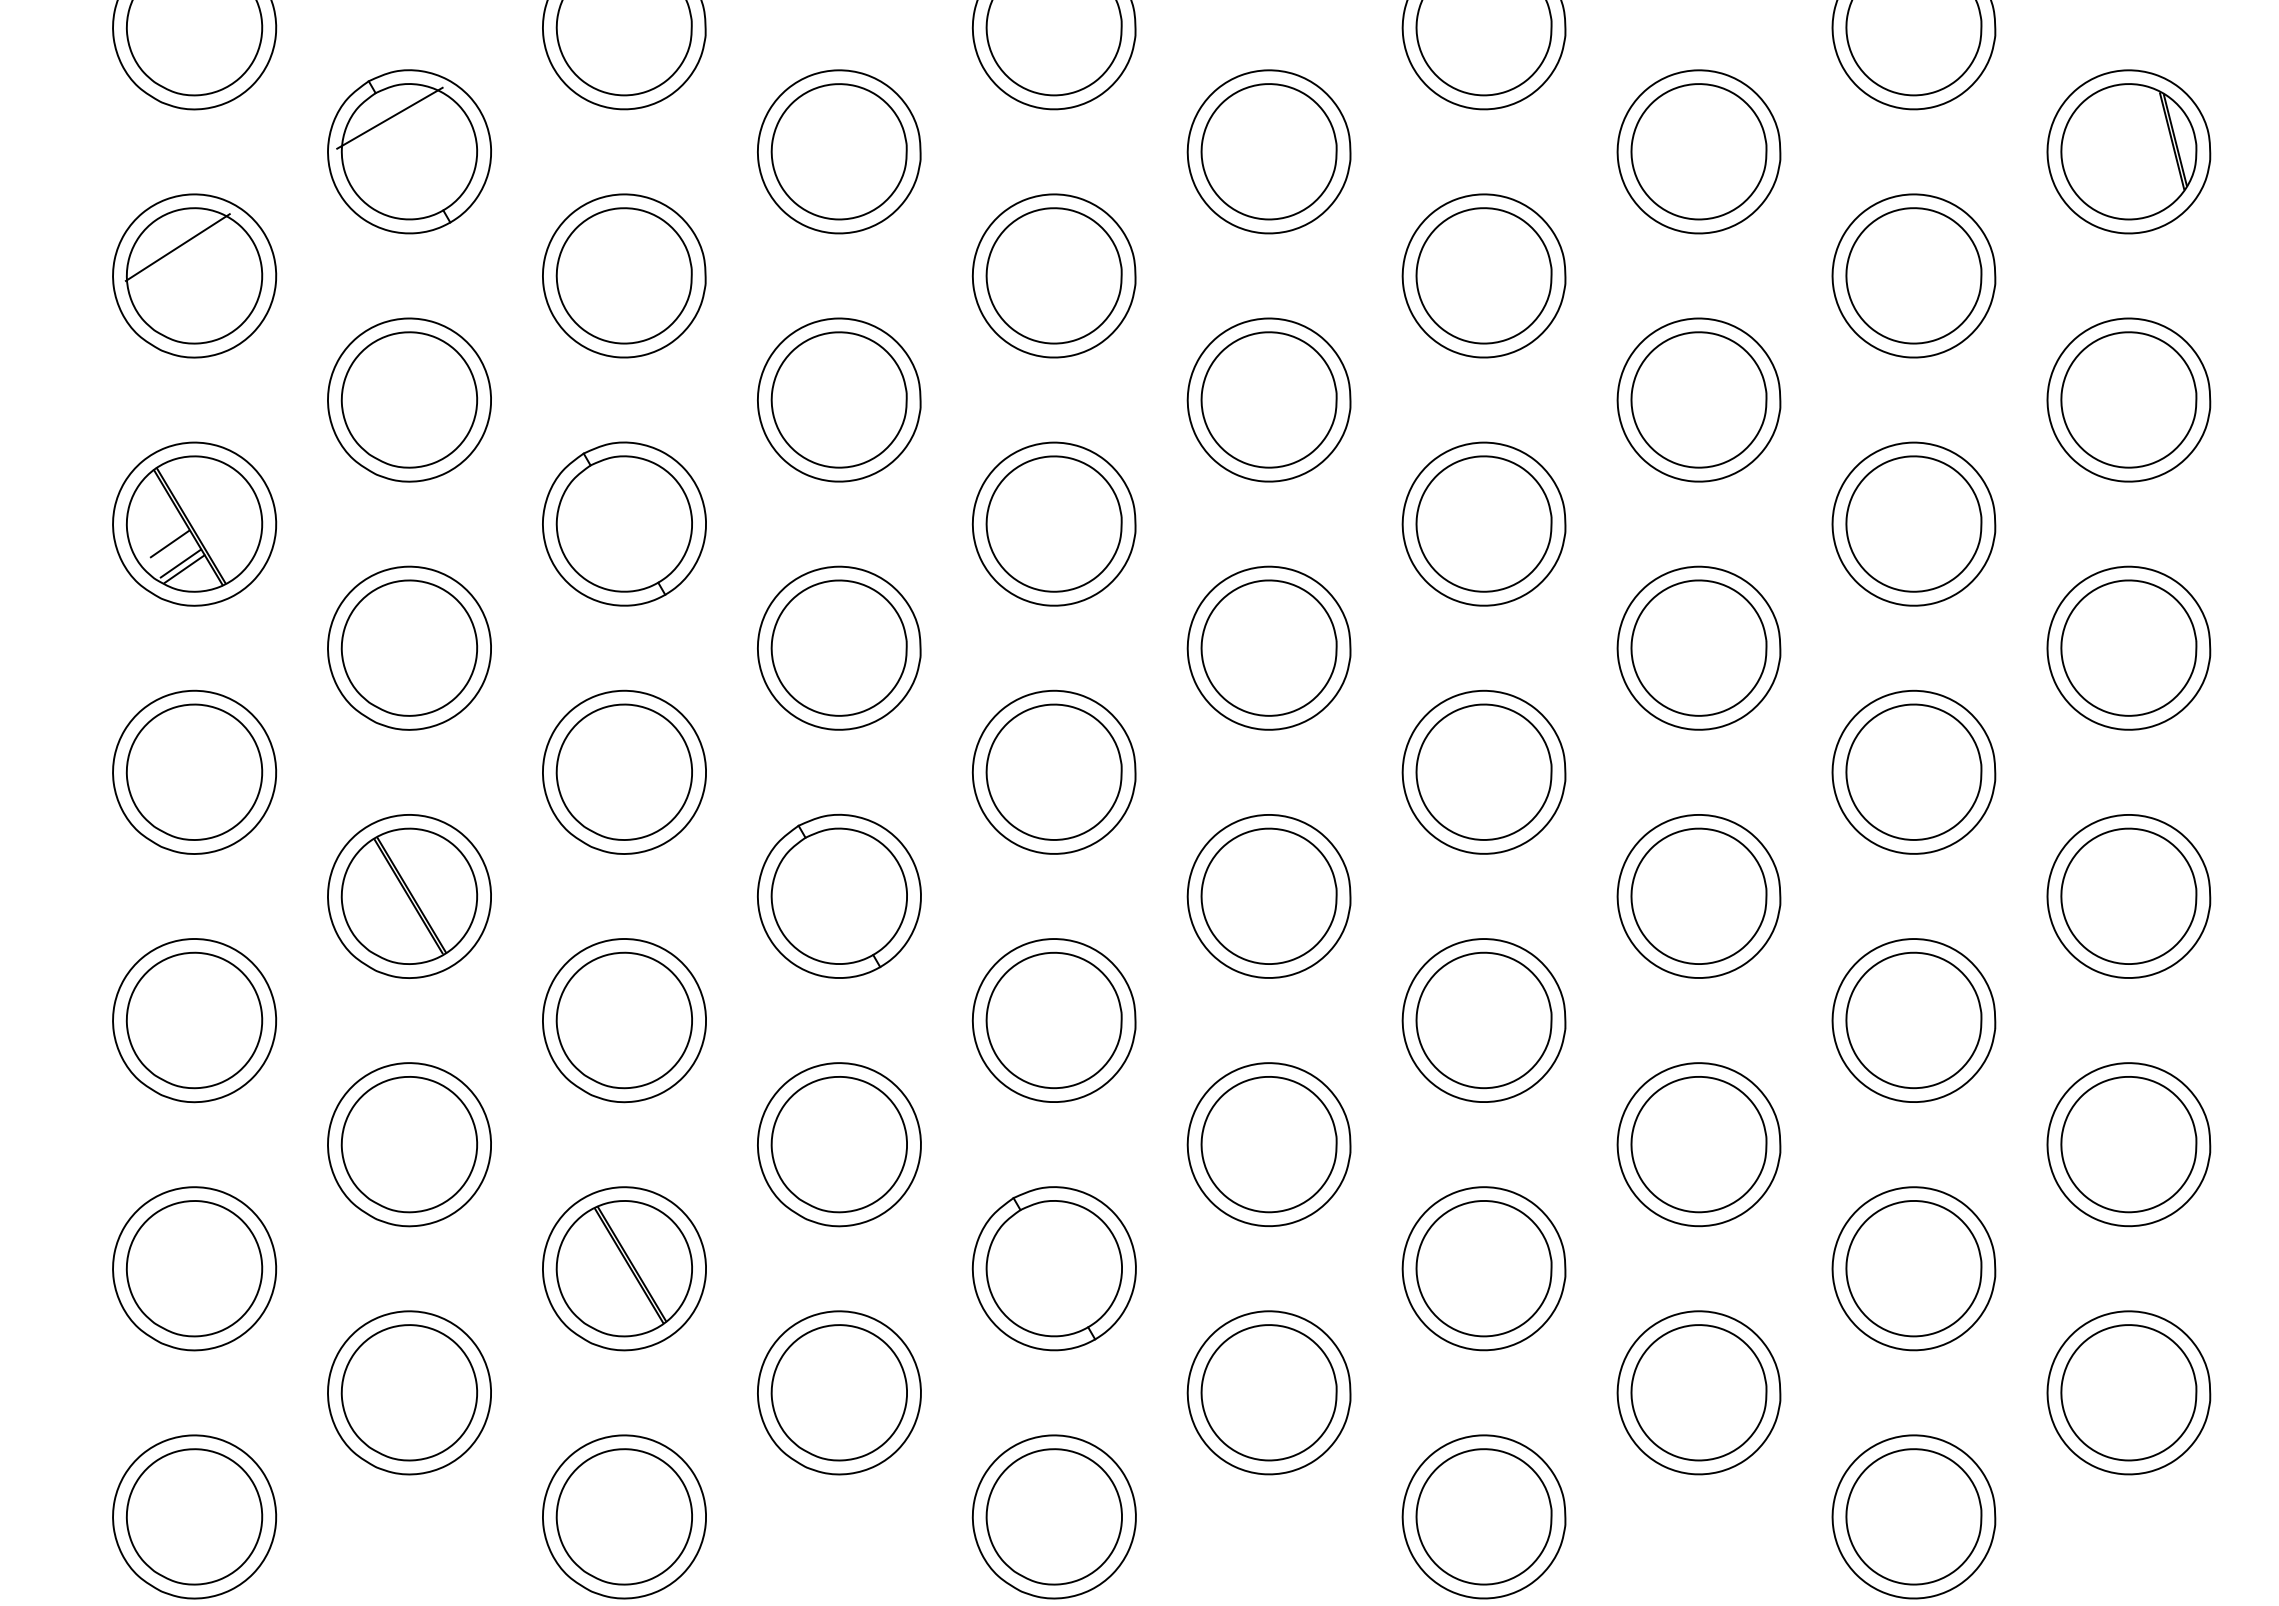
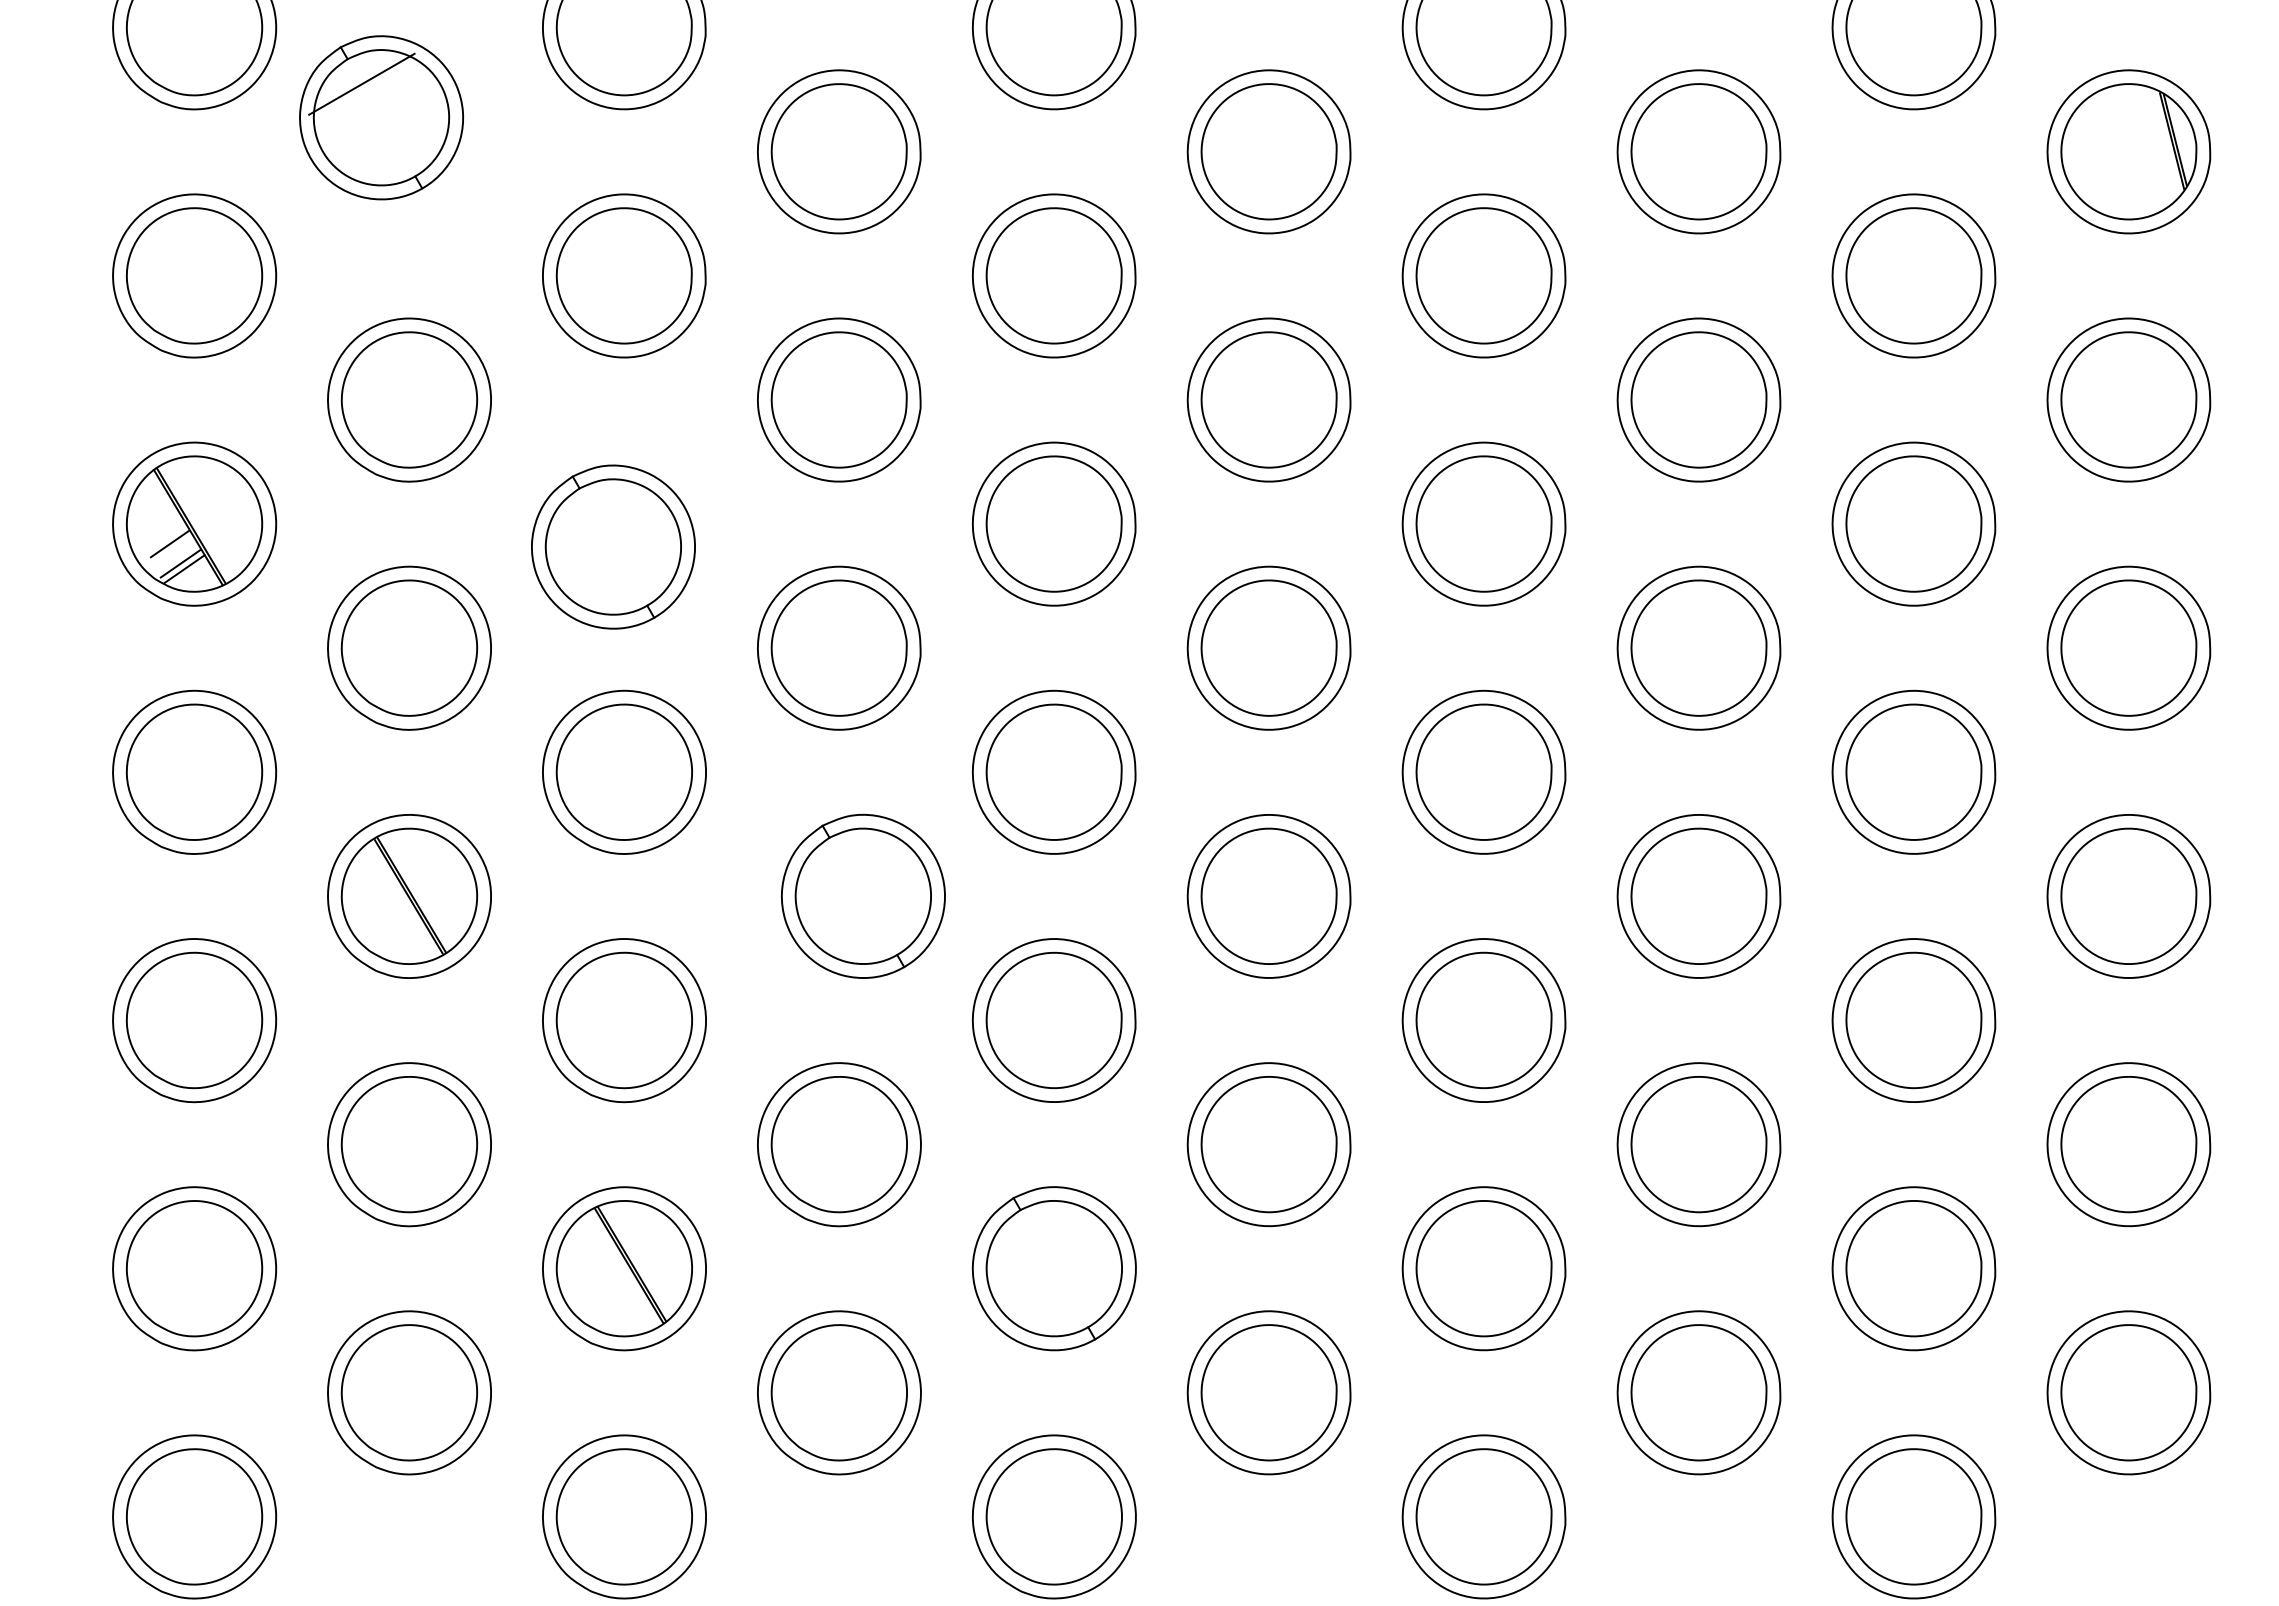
part at (409, 151) position: (409, 151) -> (381, 117)
line at (177, 247): present -> none
part at (624, 523) position: (624, 523) -> (613, 546)
part at (839, 895) position: (839, 895) -> (863, 895)
